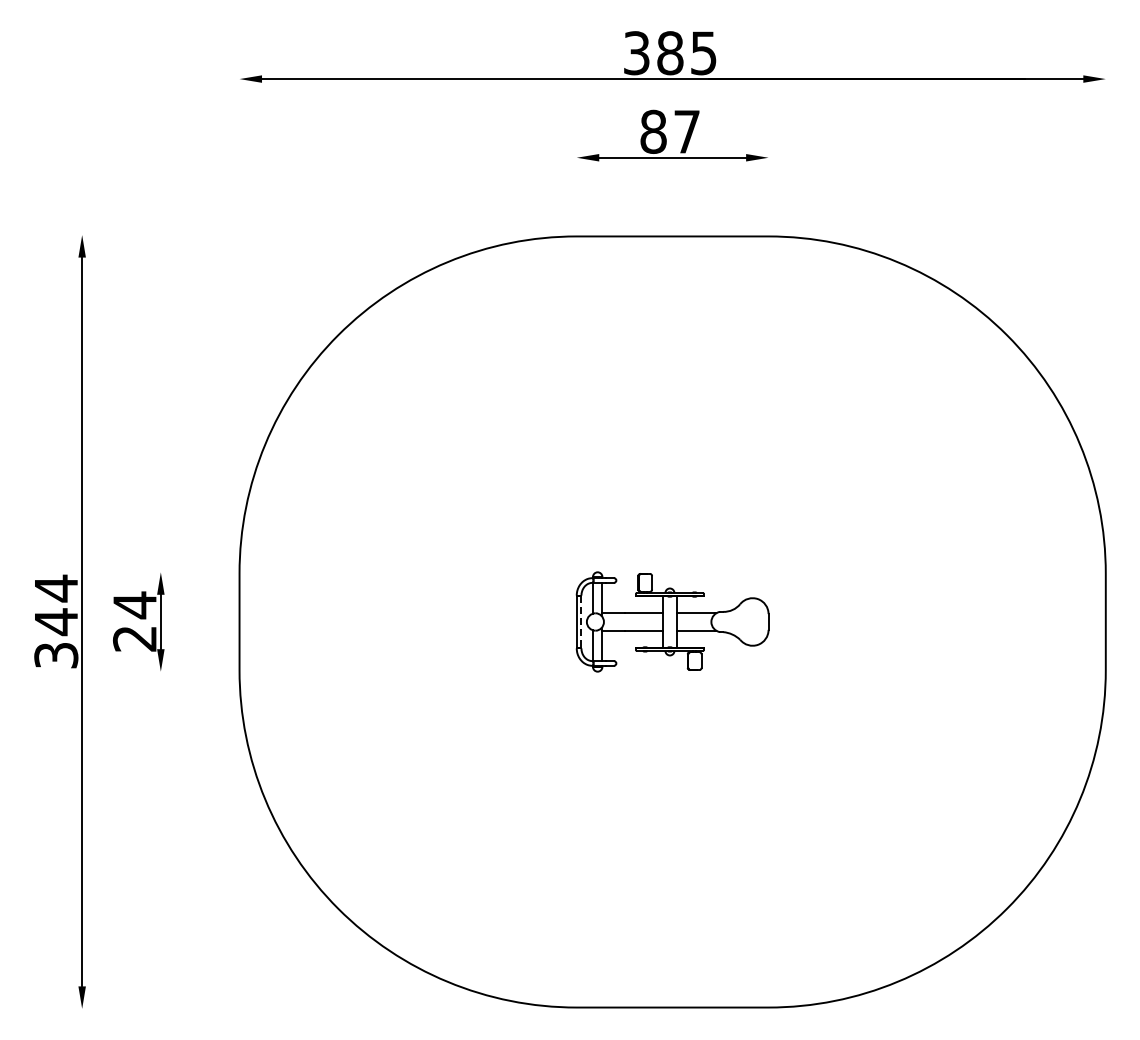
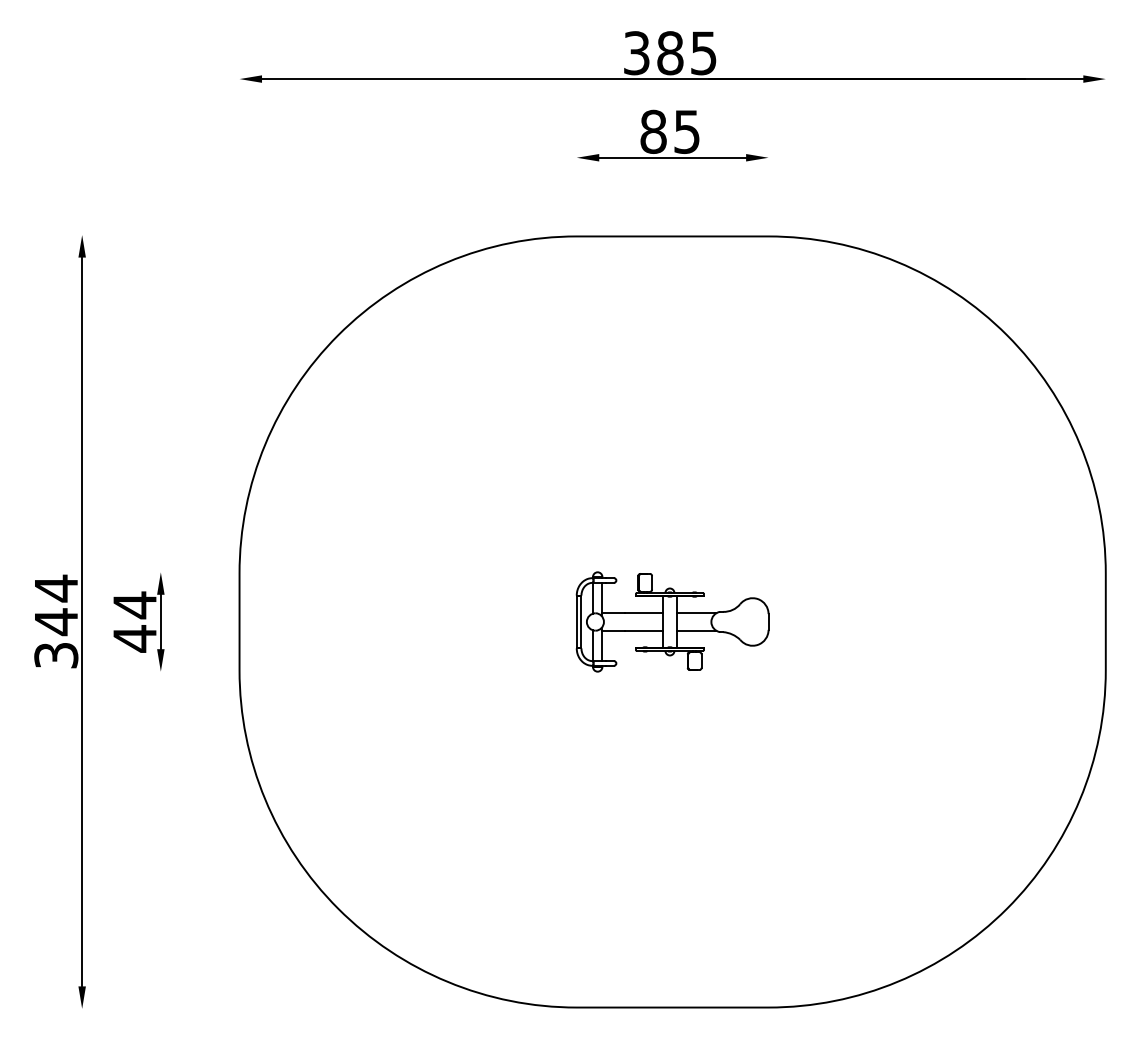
text at (686, 131): 87 -> 85
line at (581, 622): dashed -> solid
text at (134, 638): 24 -> 44
